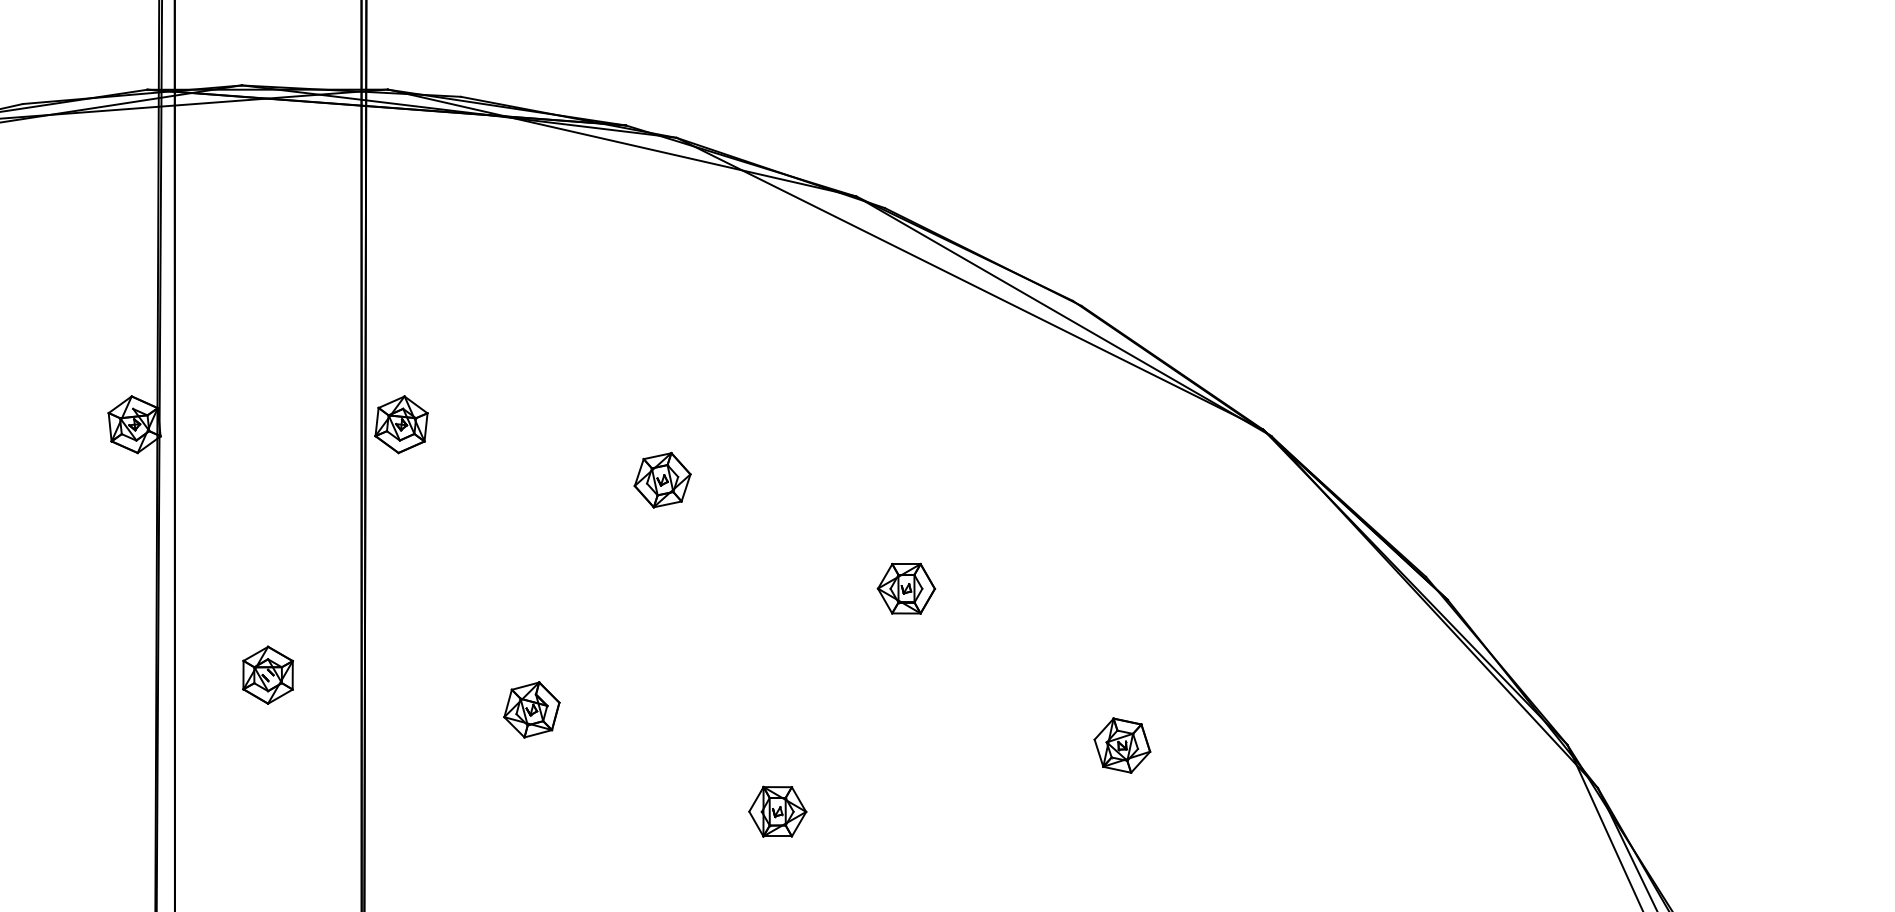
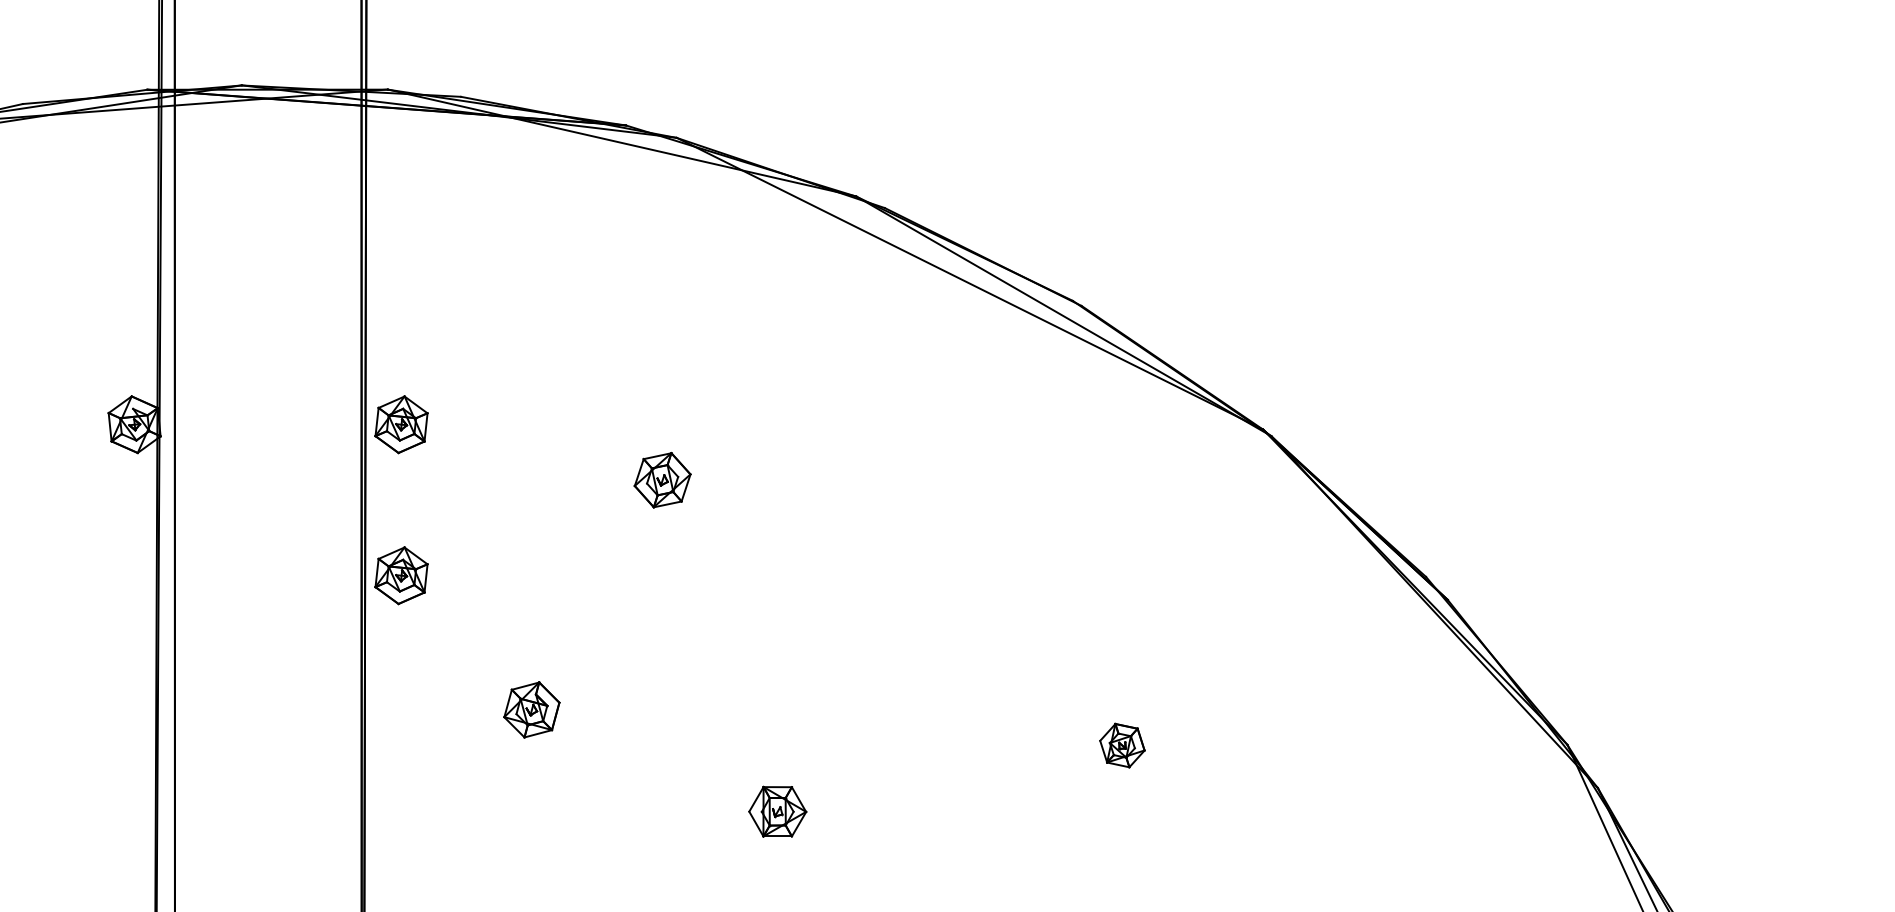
part at (401, 575): none -> present
part at (906, 588): present -> none
part at (267, 674): present -> none
part at (1122, 745) size: 59x57 px -> 47x47 px
